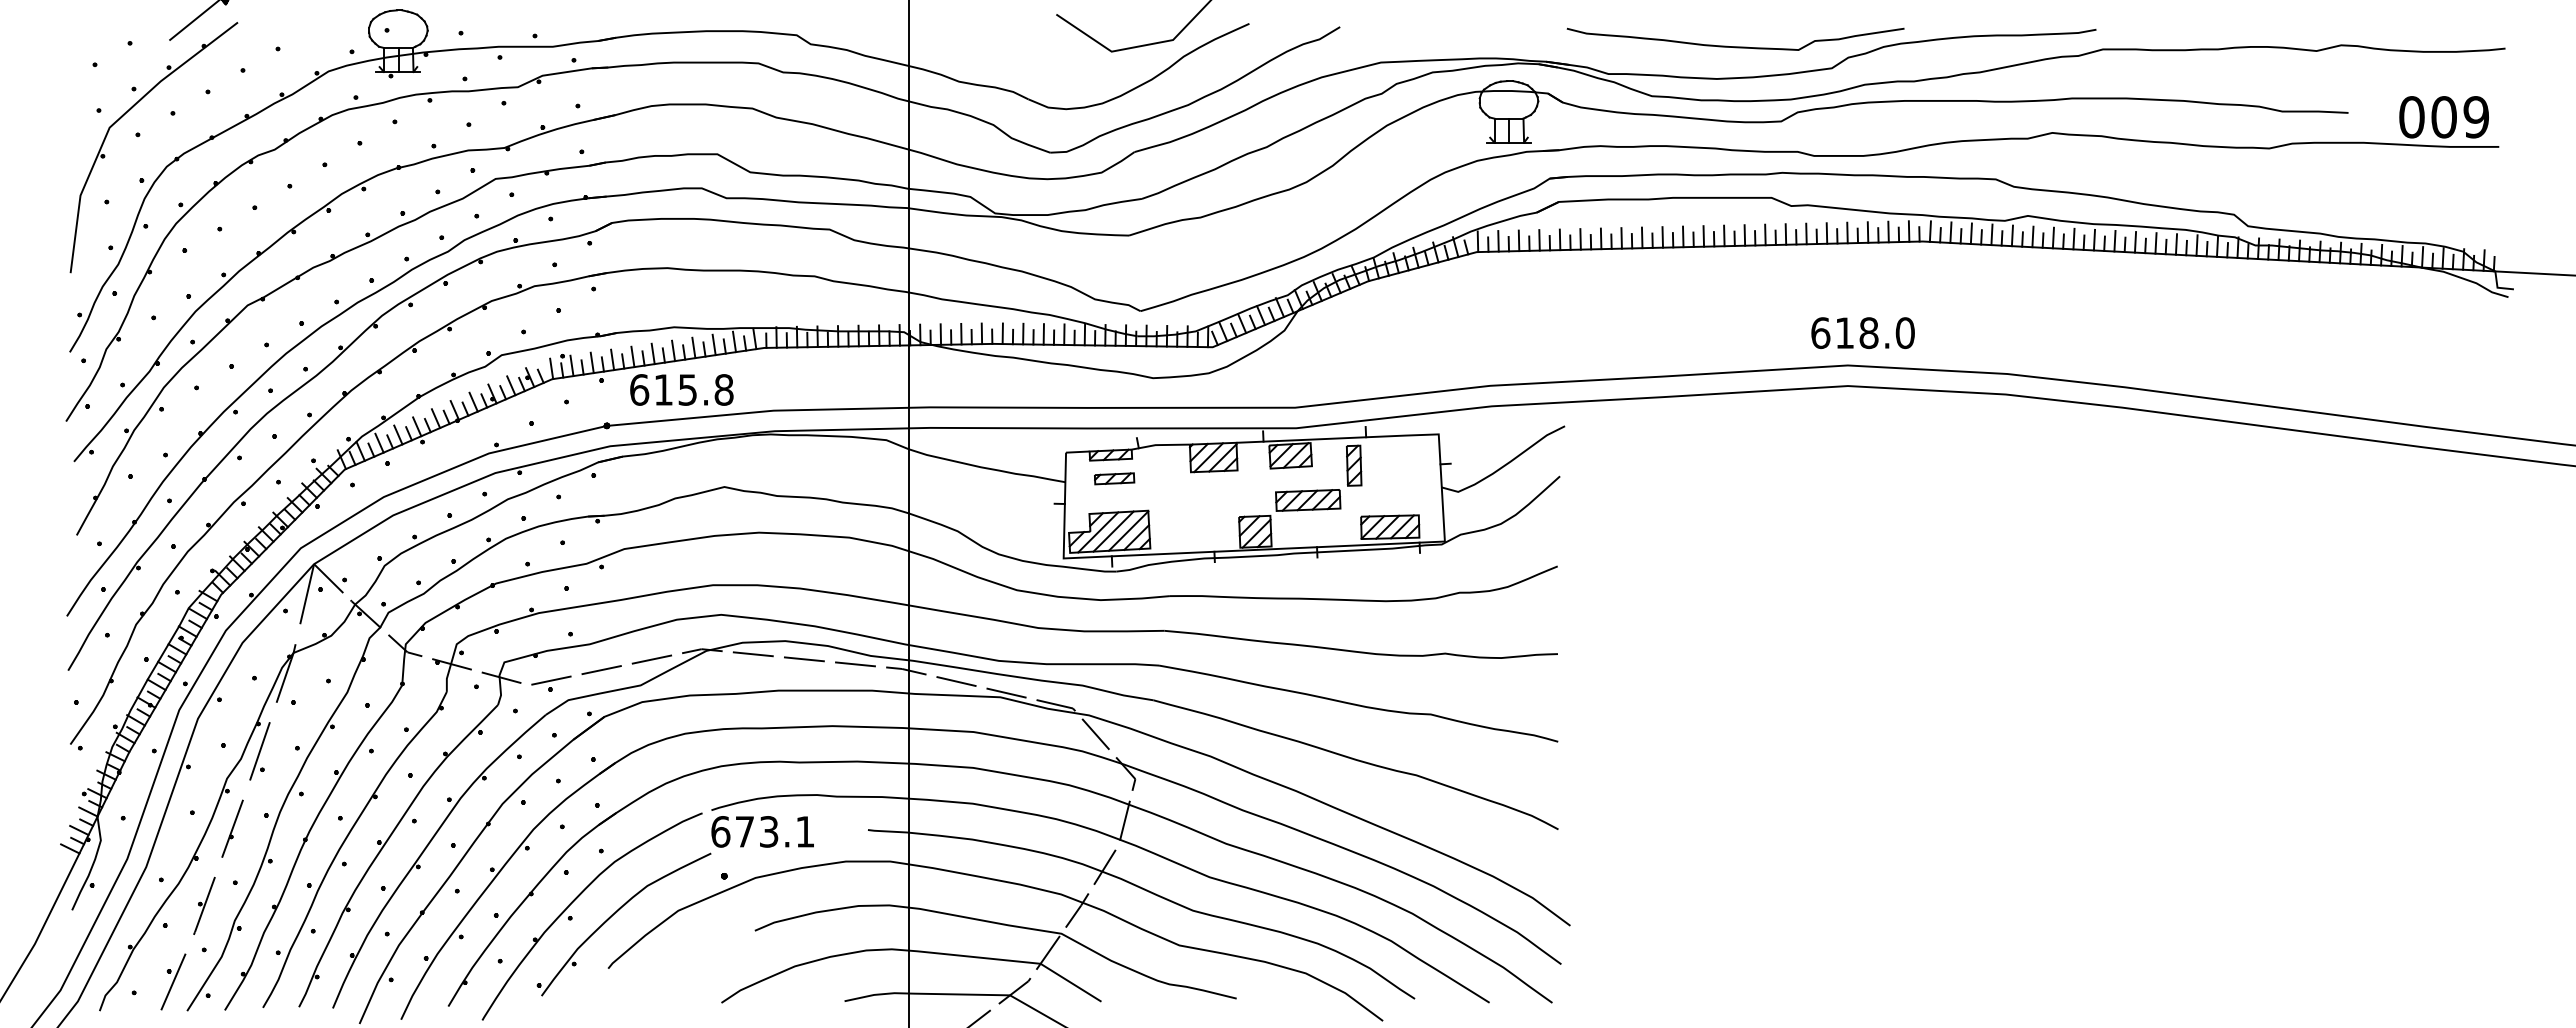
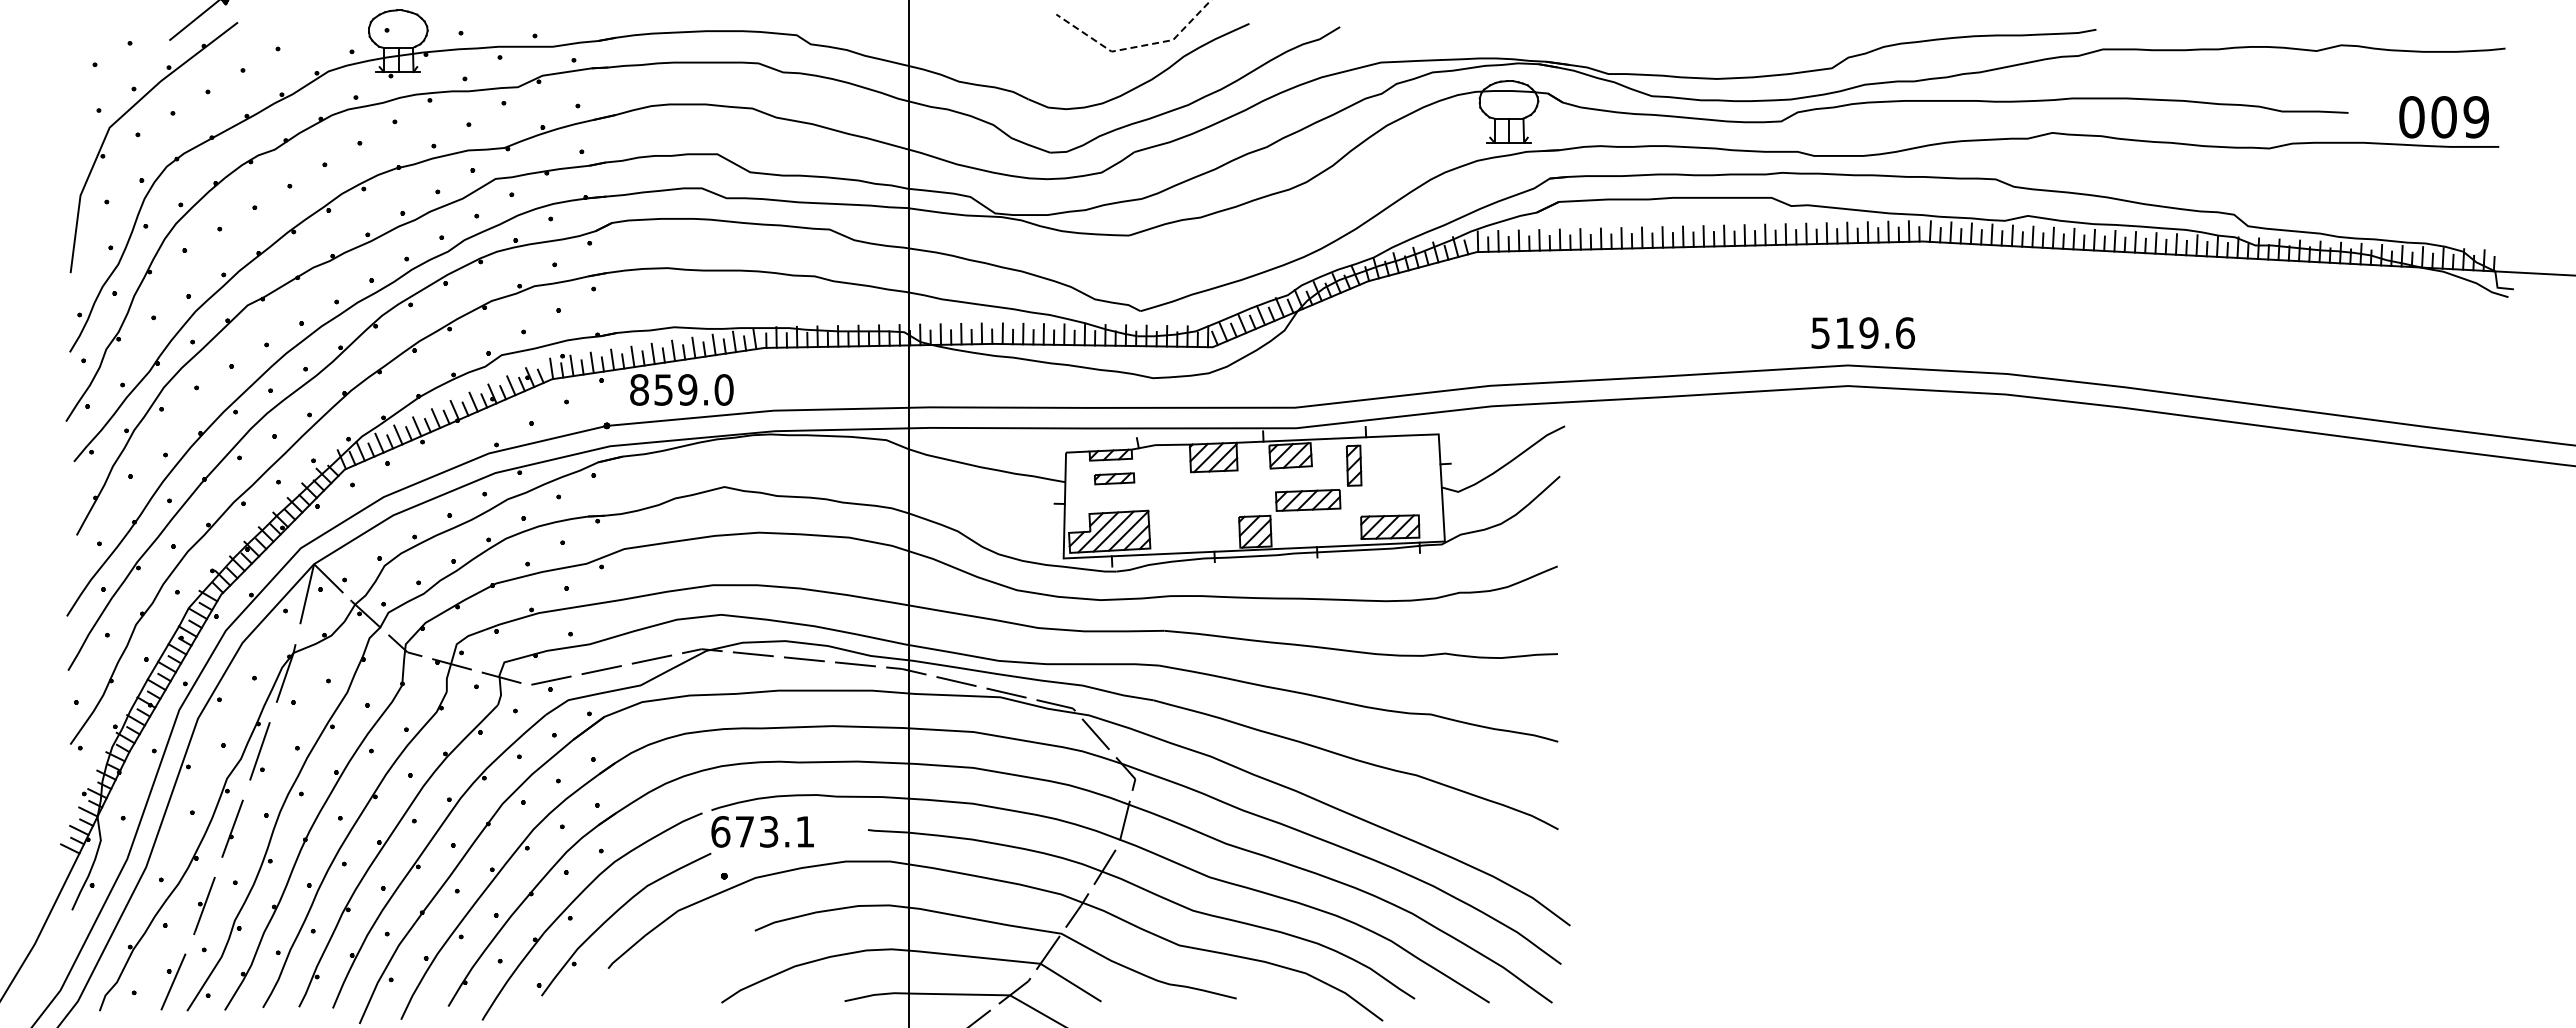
curve at (1735, 46): present -> none
line at (1136, 47): solid -> dashed
text at (1863, 333): 618.0 -> 519.6
text at (681, 389): 615.8 -> 859.0
